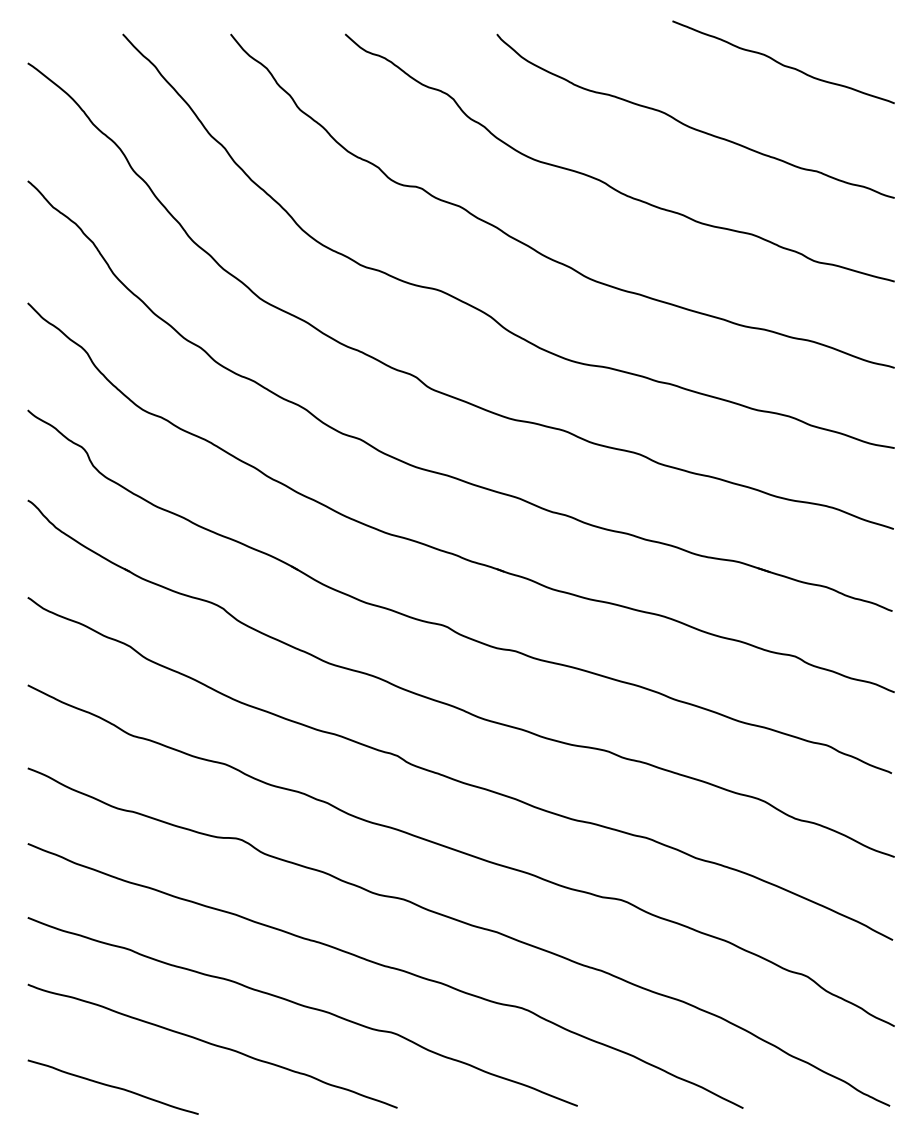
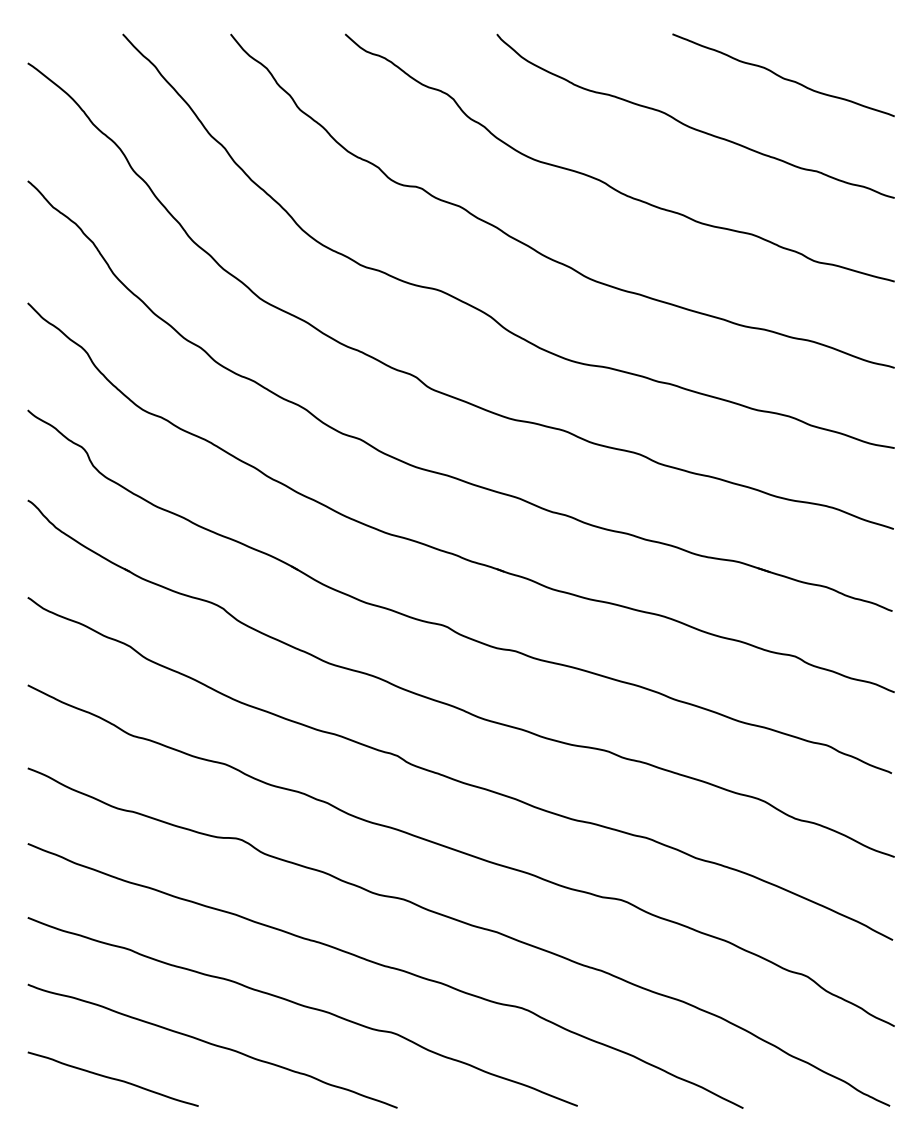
curve at (782, 63) position: (782, 63) -> (782, 76)
curve at (112, 1086) position: (112, 1086) -> (112, 1078)
